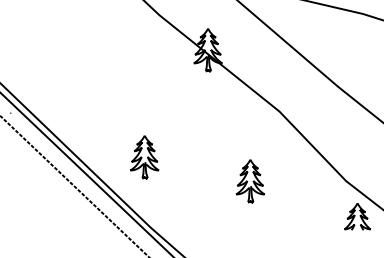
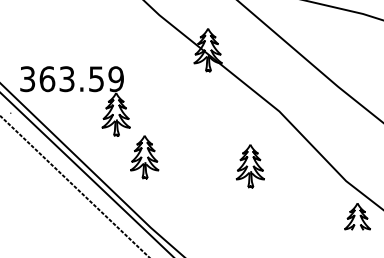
part at (70, 91): none -> present
part at (249, 181) position: (249, 181) -> (249, 166)
